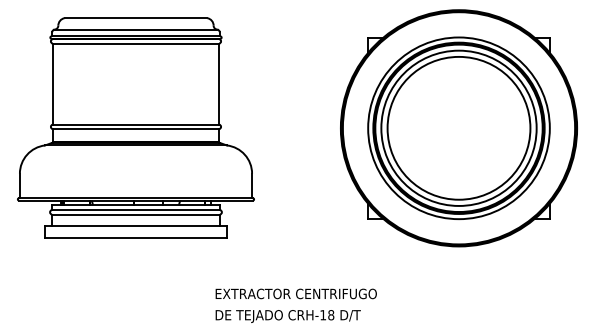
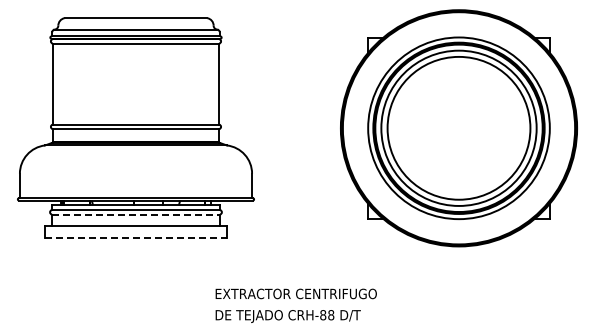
line at (136, 214): solid -> dashed
line at (136, 238): solid -> dashed
text at (323, 315): CRH-18 -> CRH-88
